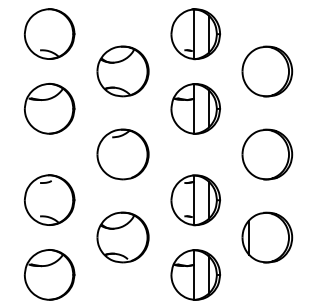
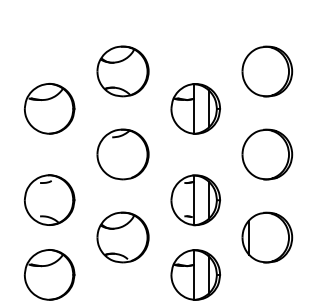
part at (49, 33): present -> none
part at (195, 34): present -> none
